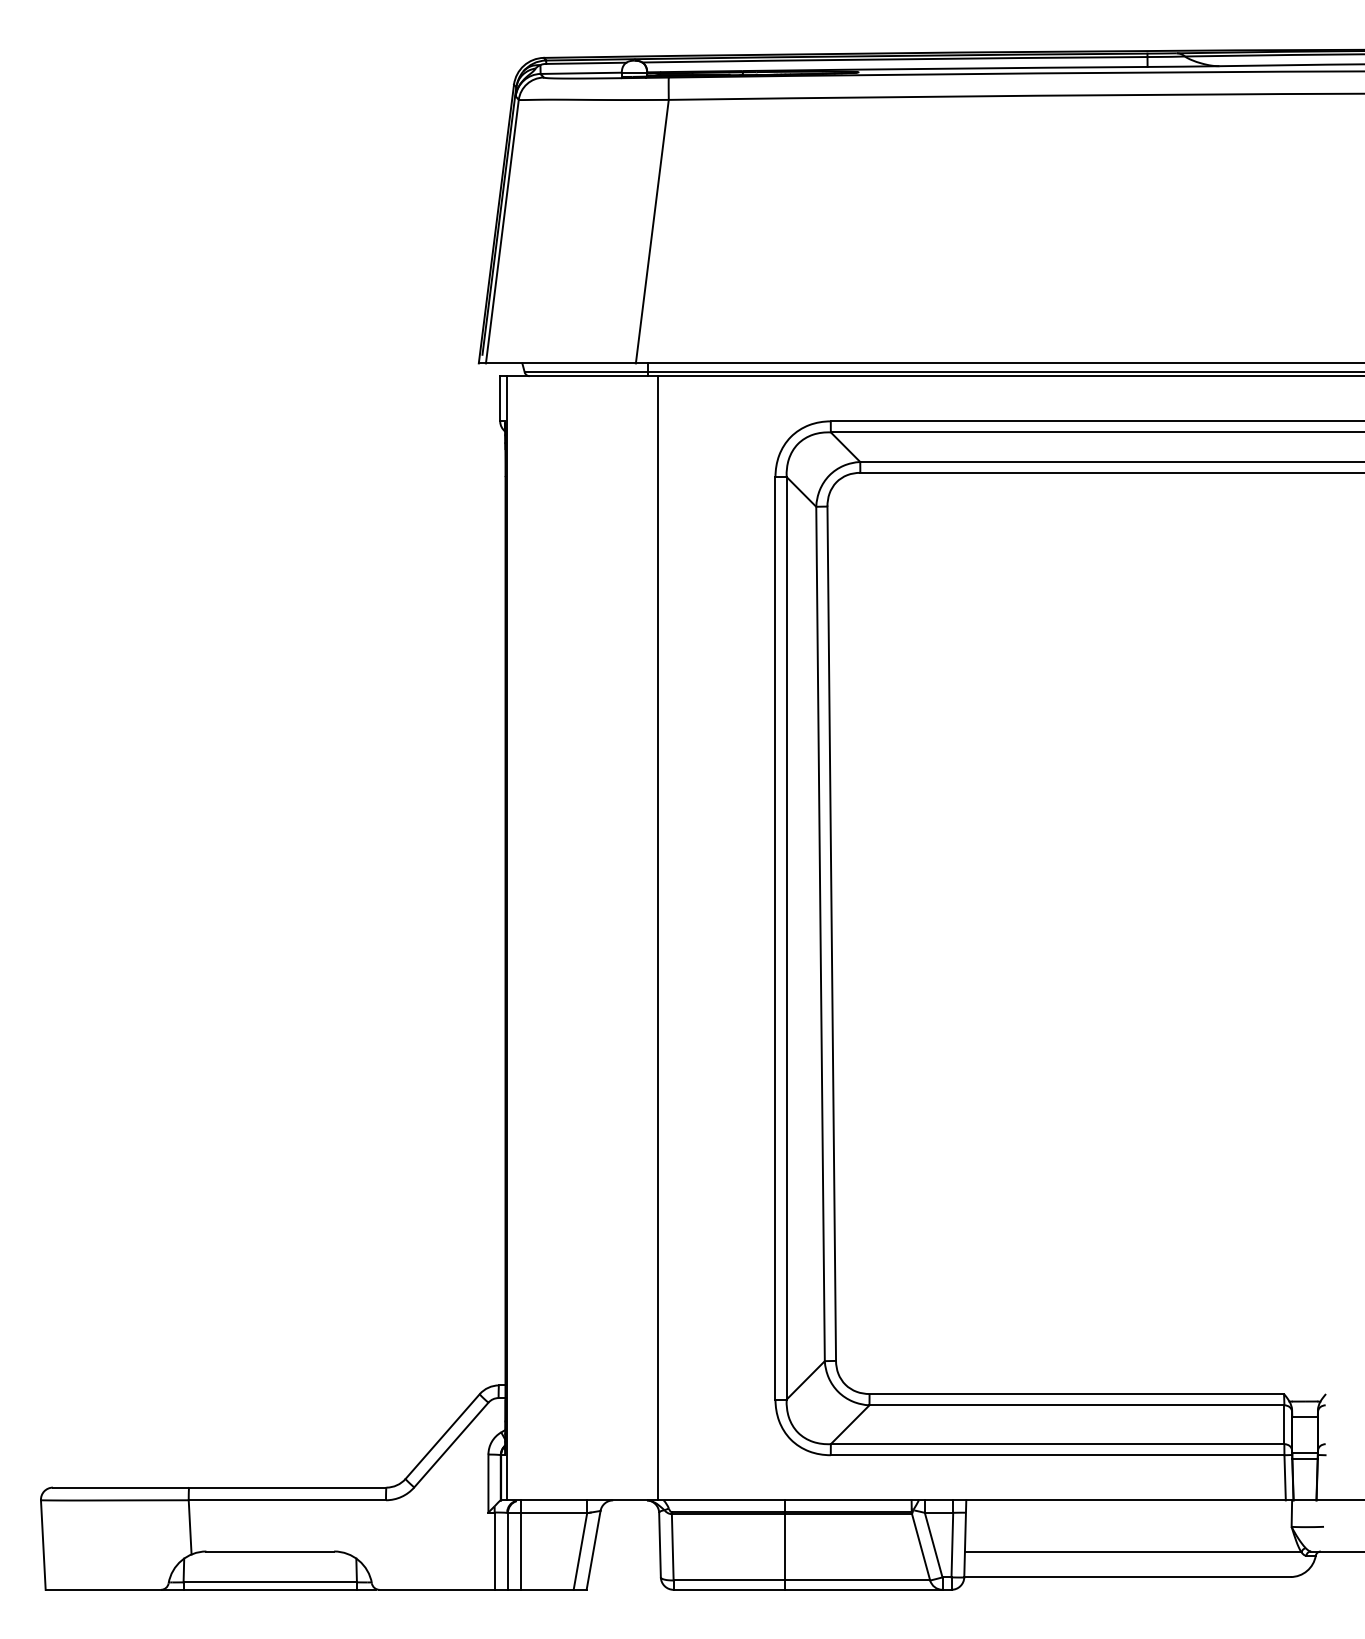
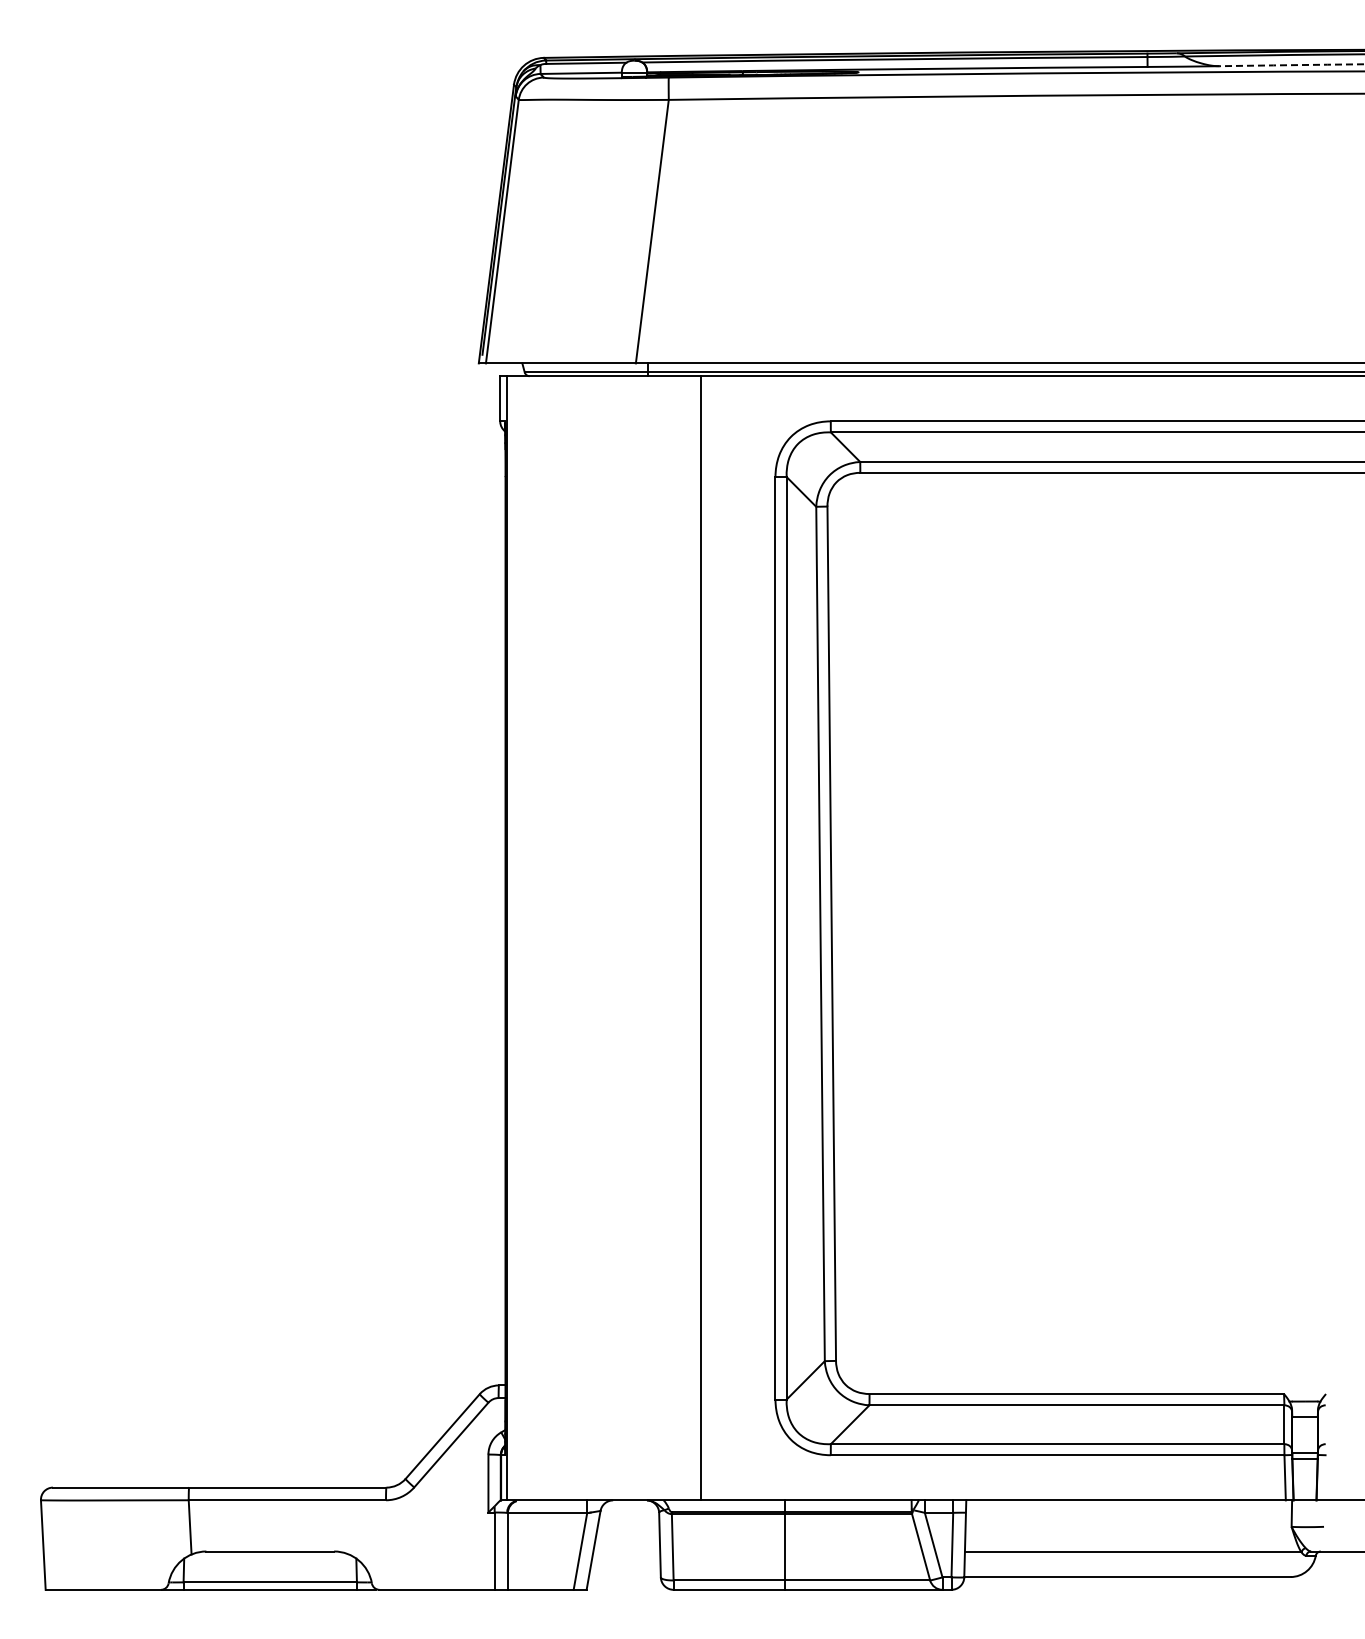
arc at (1292, 65): solid -> dashed
line at (658, 938) position: (658, 938) -> (701, 938)
line at (520, 1544): present -> none
